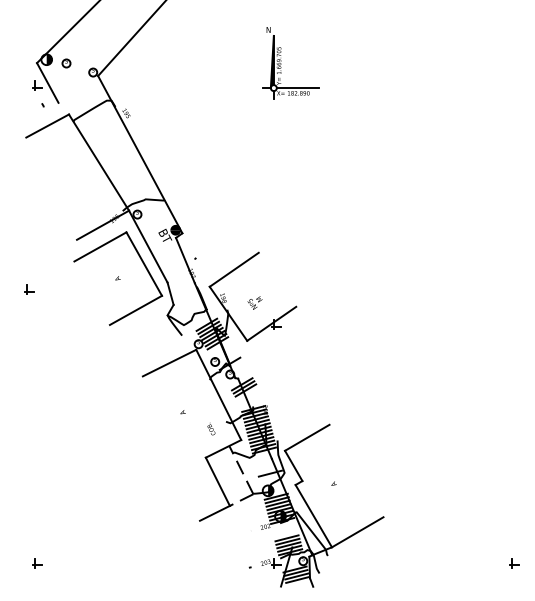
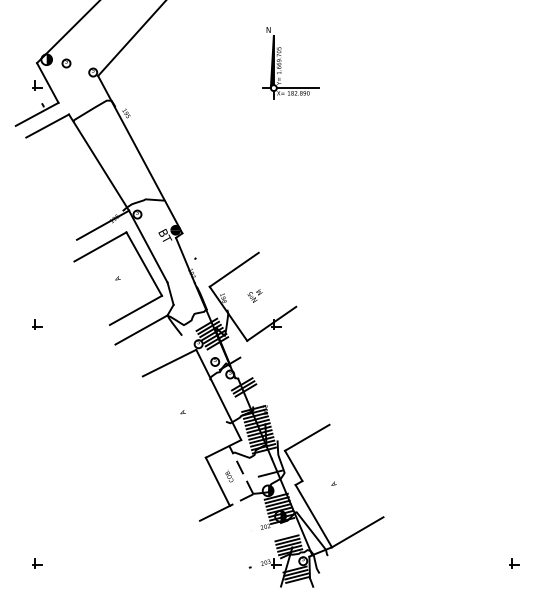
line at (36, 113): none -> present
part at (29, 289) position: (29, 289) -> (37, 324)
text at (254, 302) position: (254, 302) -> (254, 295)
line at (141, 329): none -> present
text at (211, 428) position: (211, 428) -> (229, 475)
